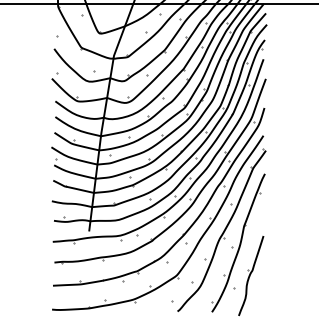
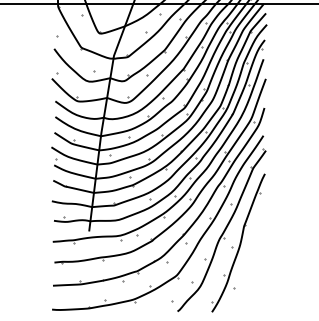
part at (251, 276): present -> none
